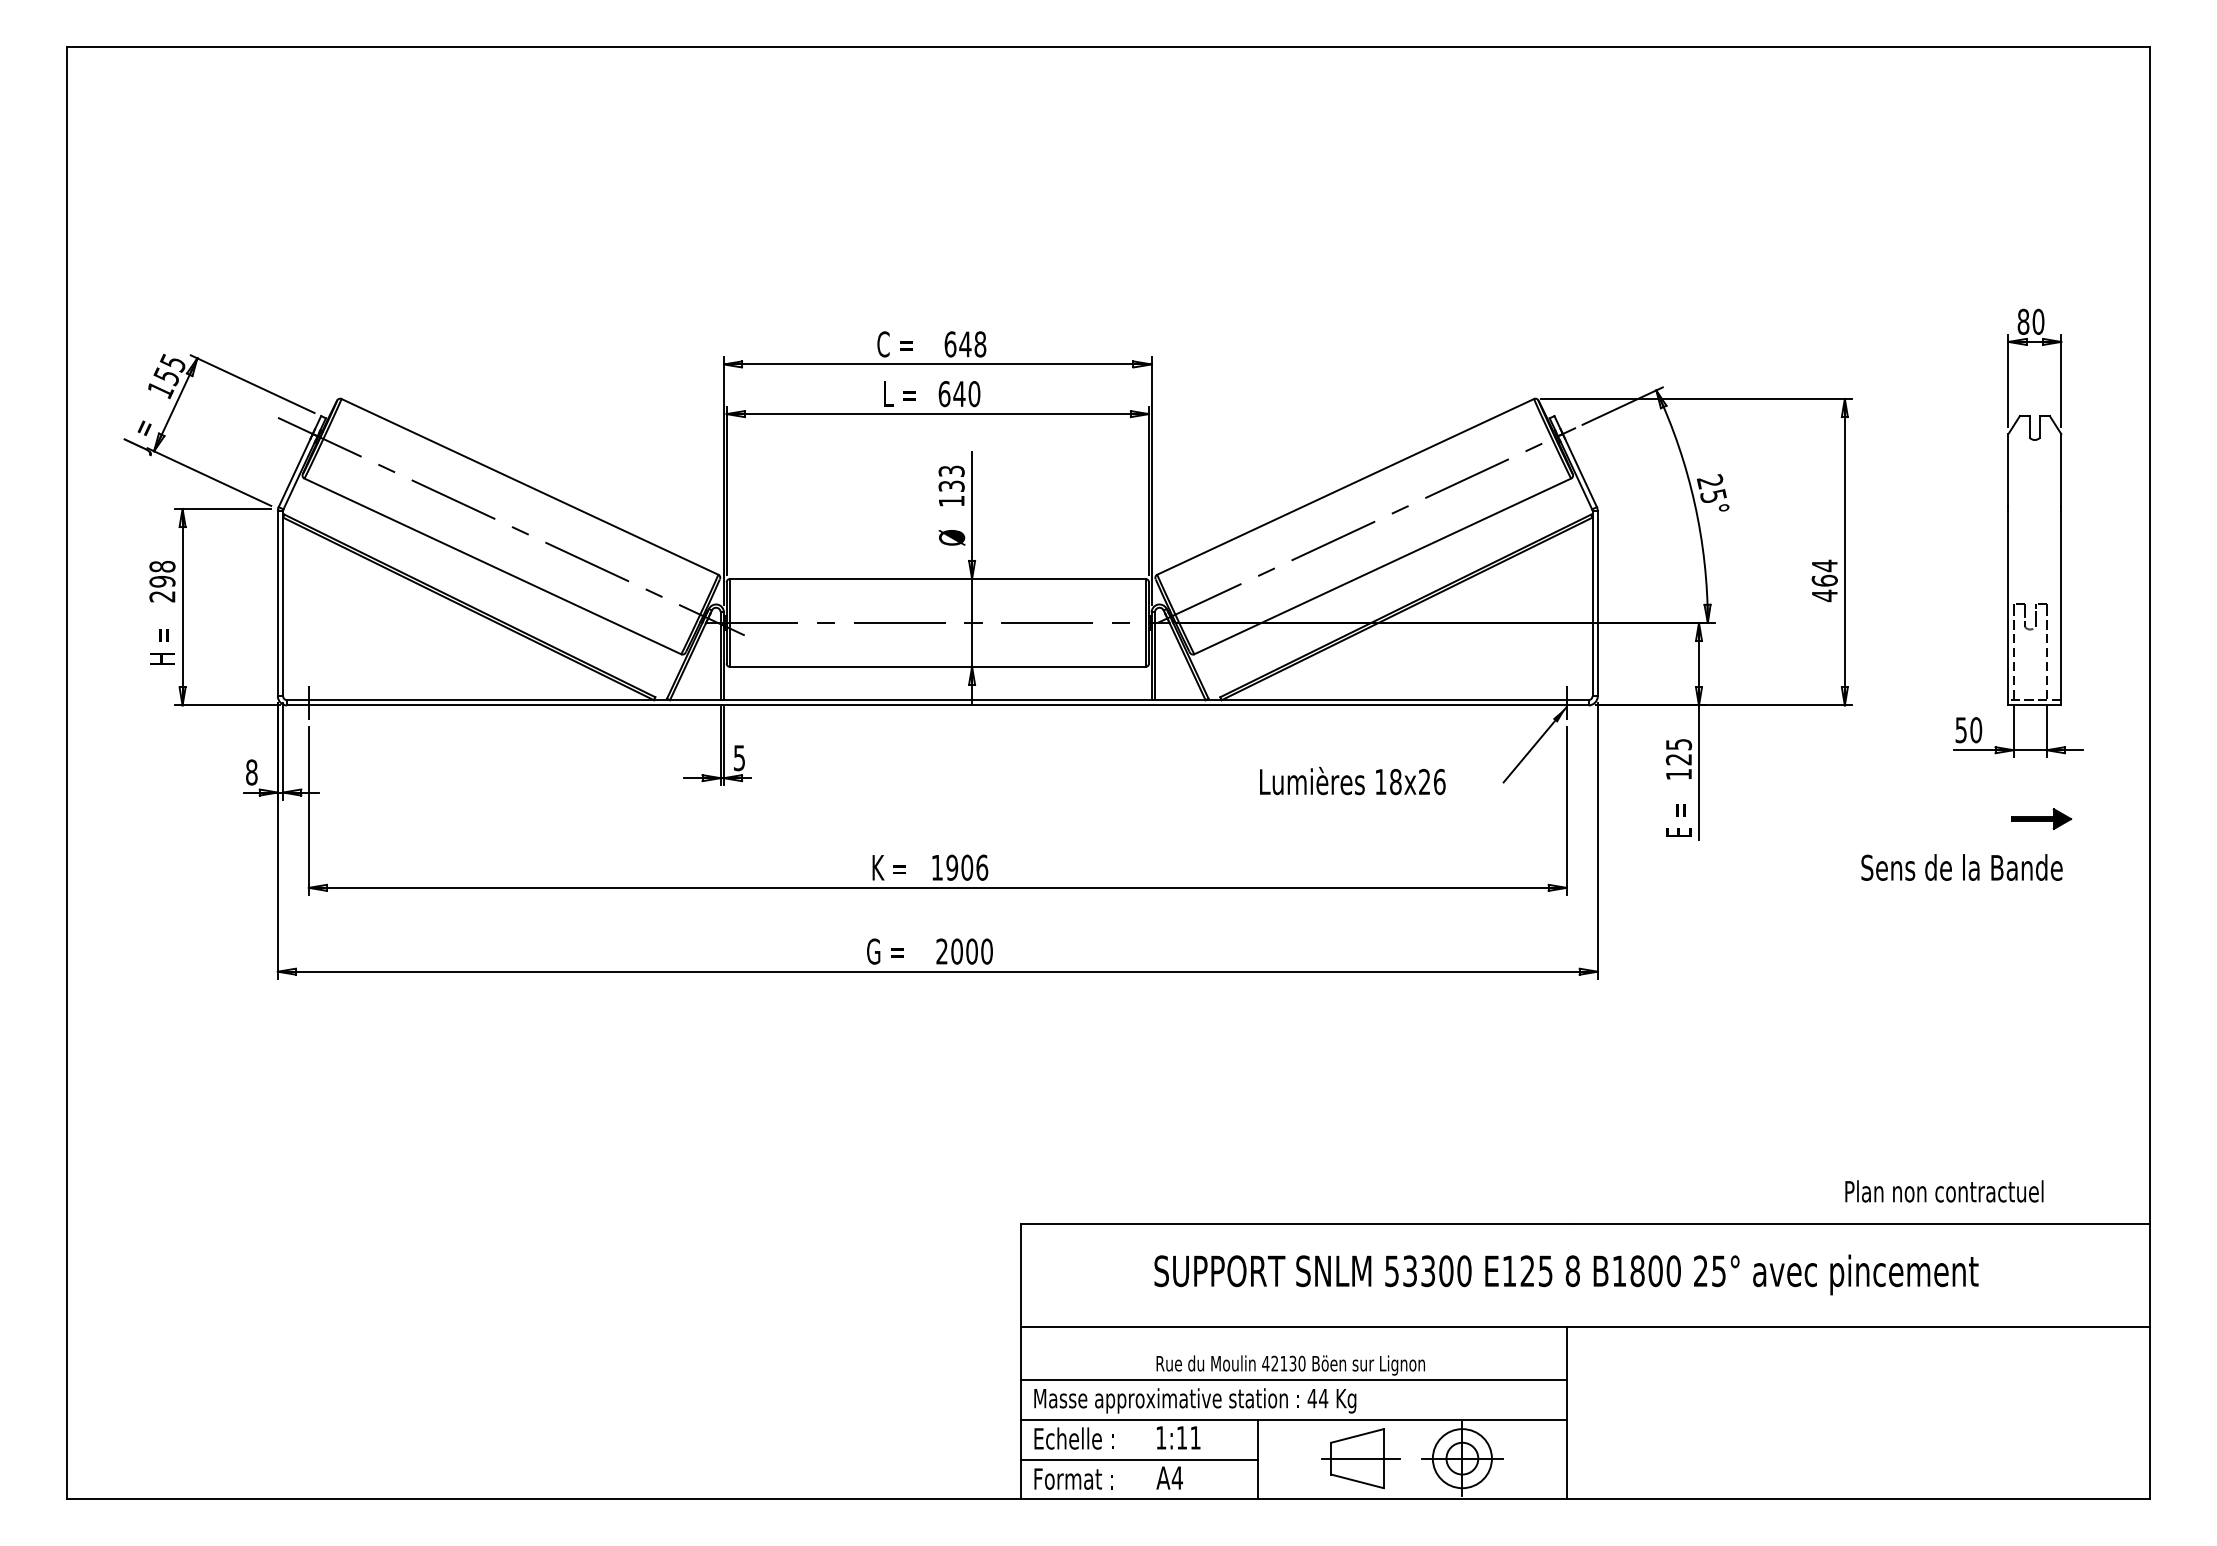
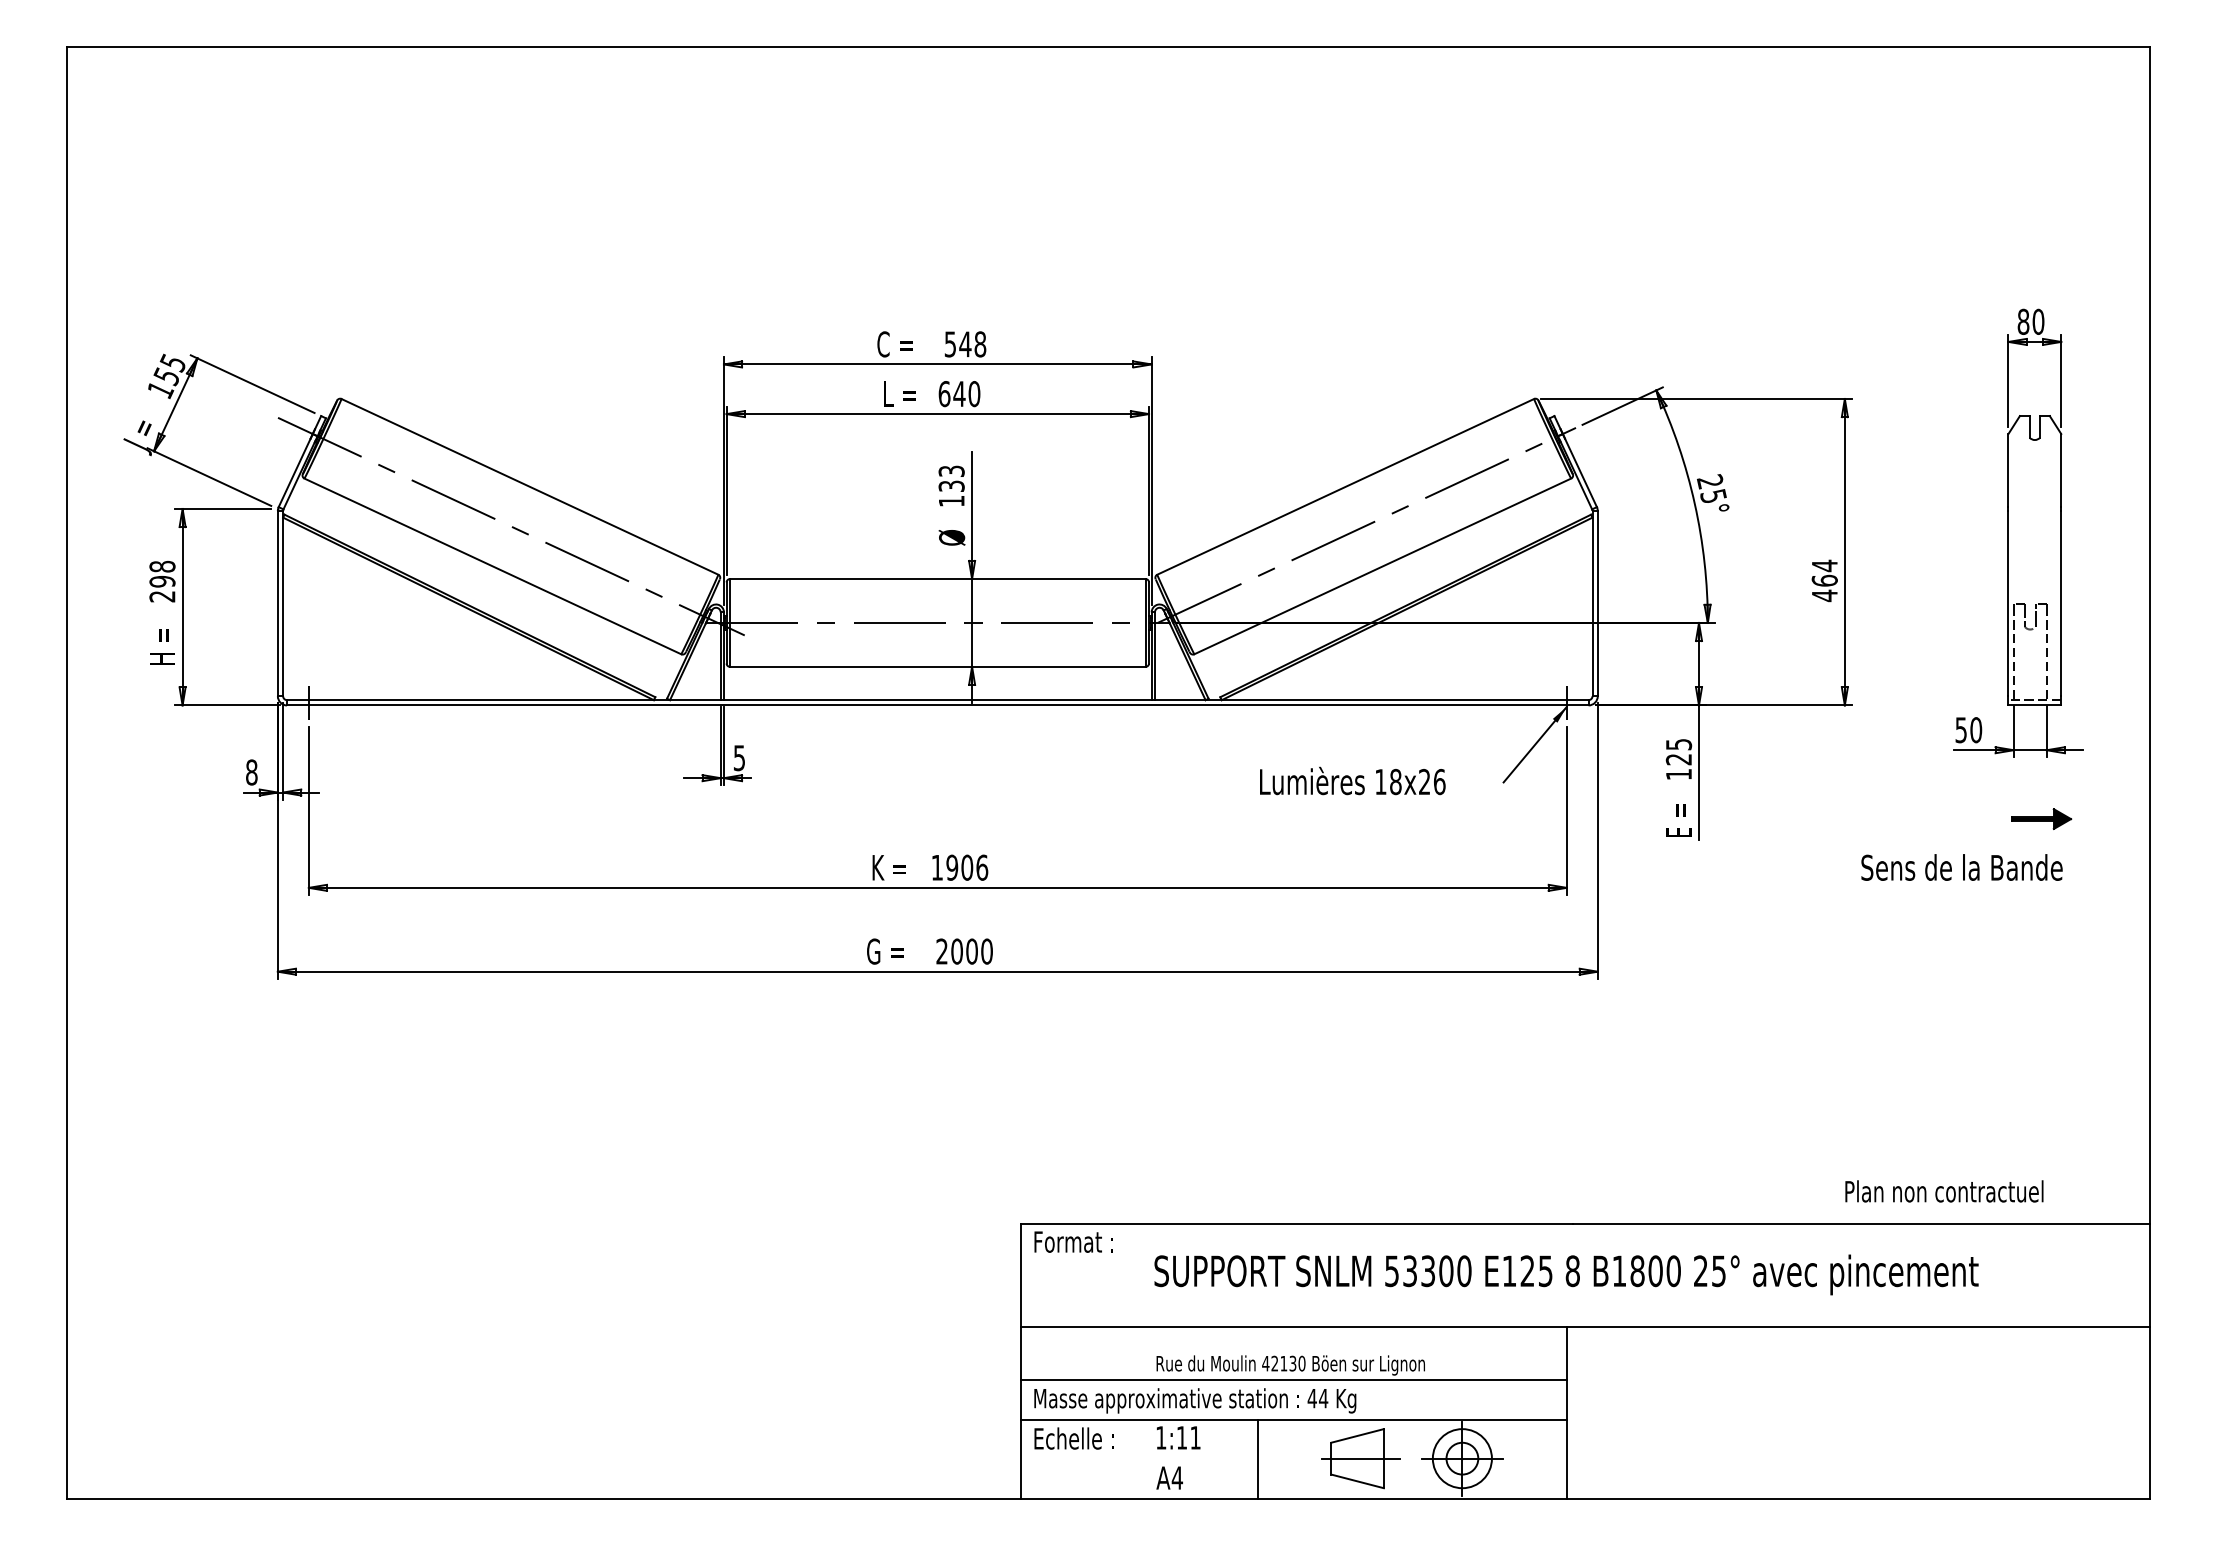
text at (950, 344): 648 -> 548
line at (1138, 1459): present -> none
text at (1073, 1478) position: (1073, 1478) -> (1073, 1241)
